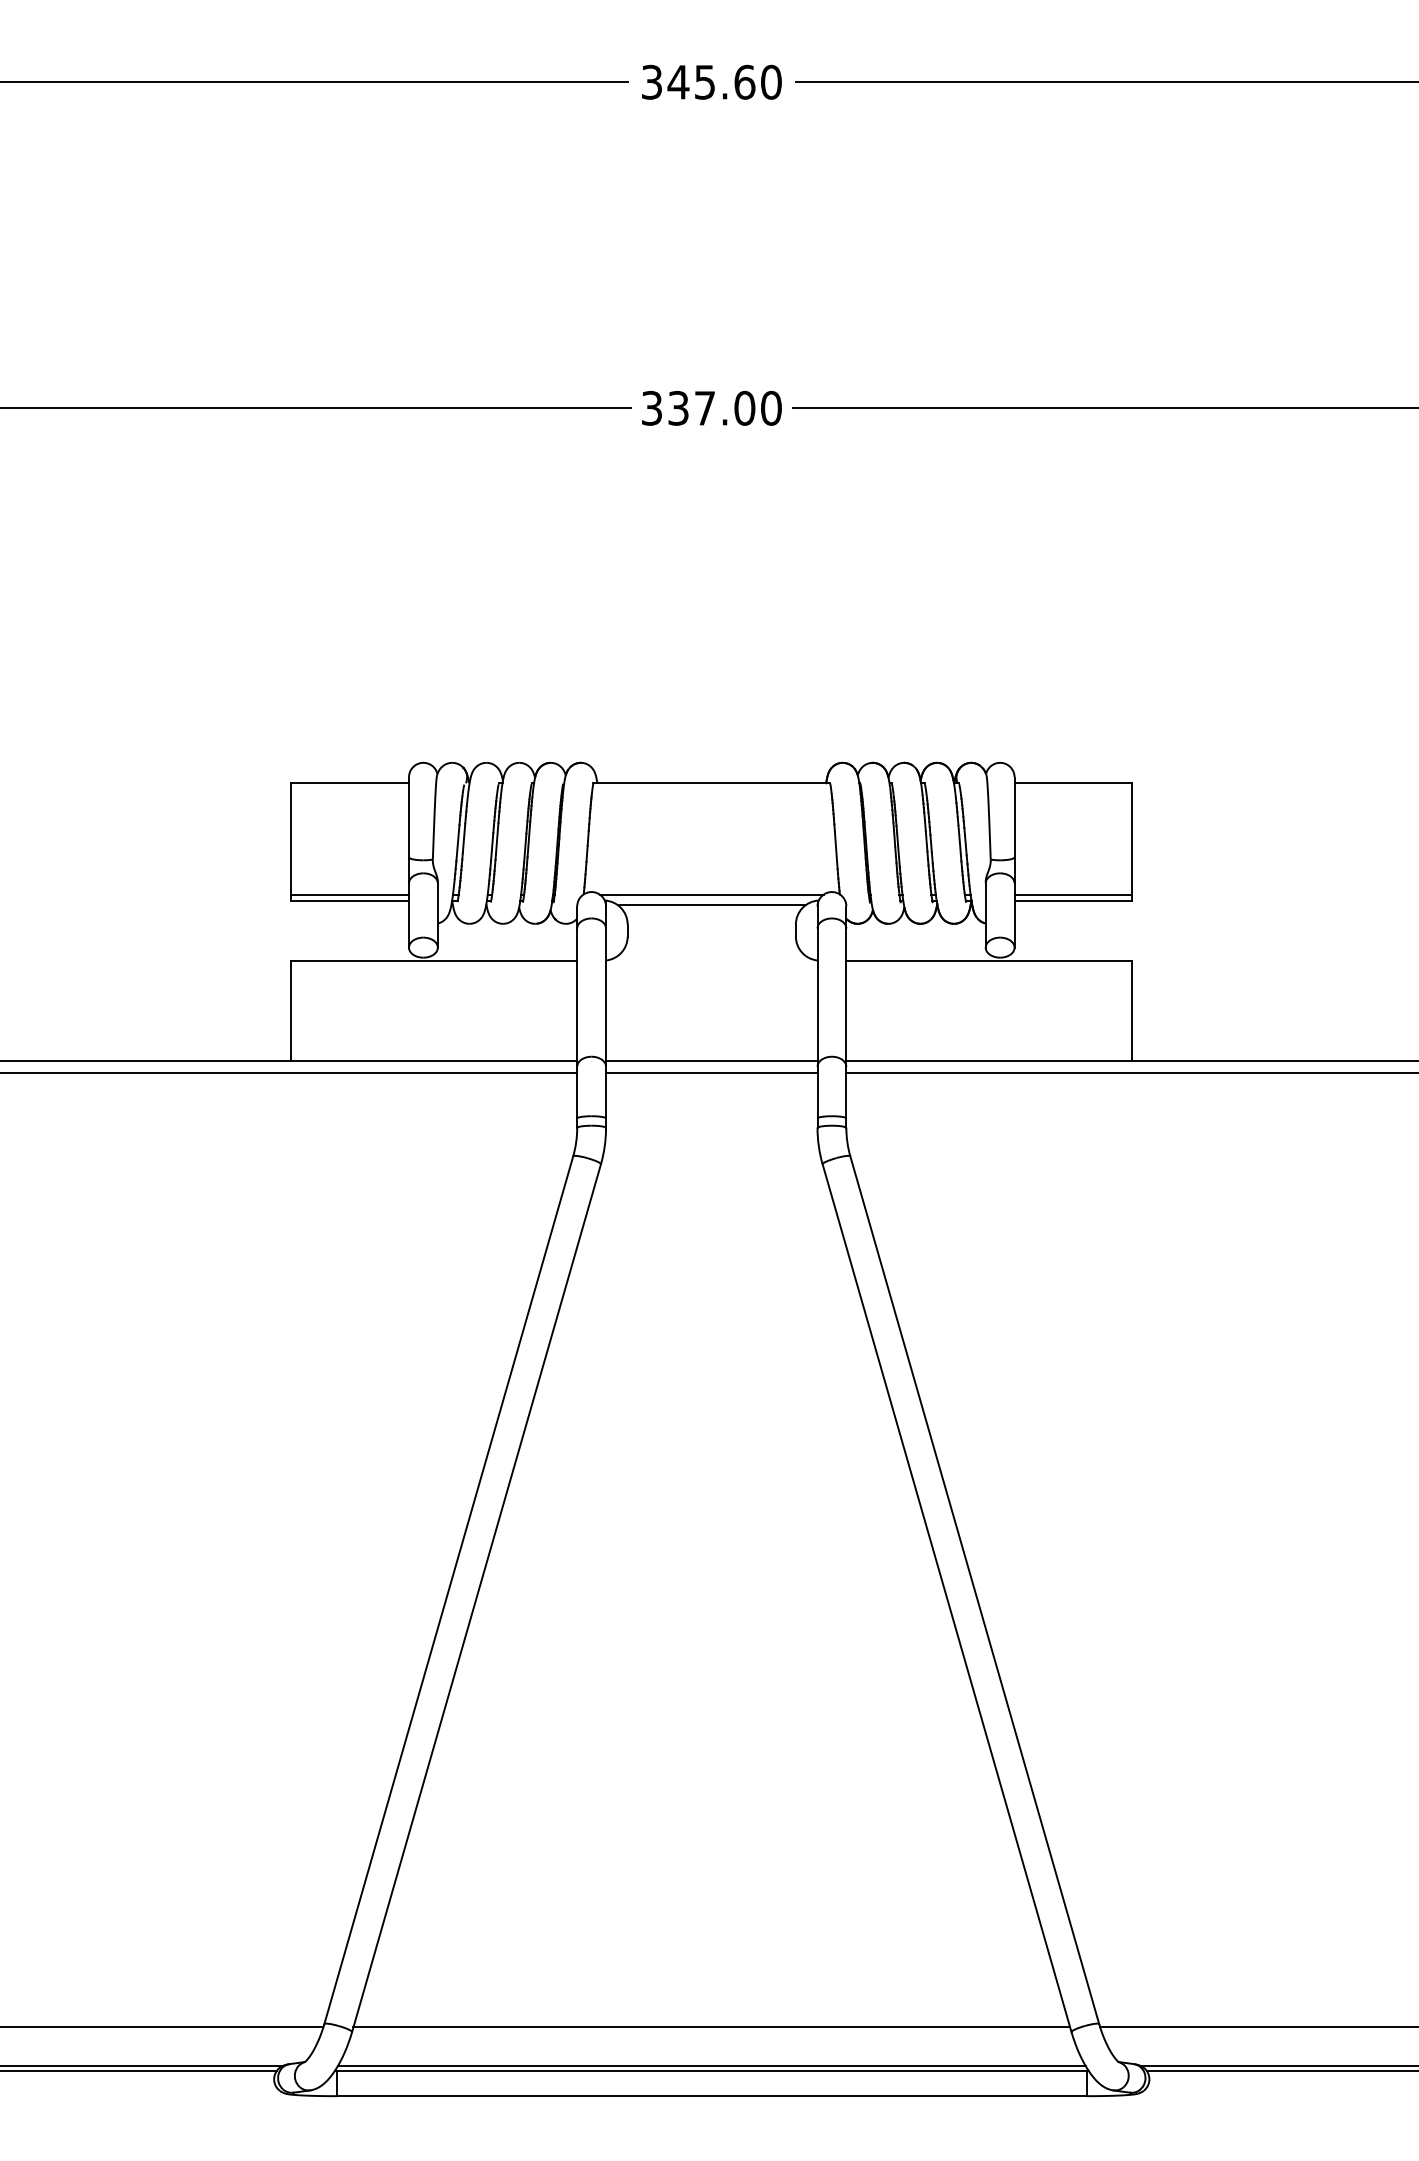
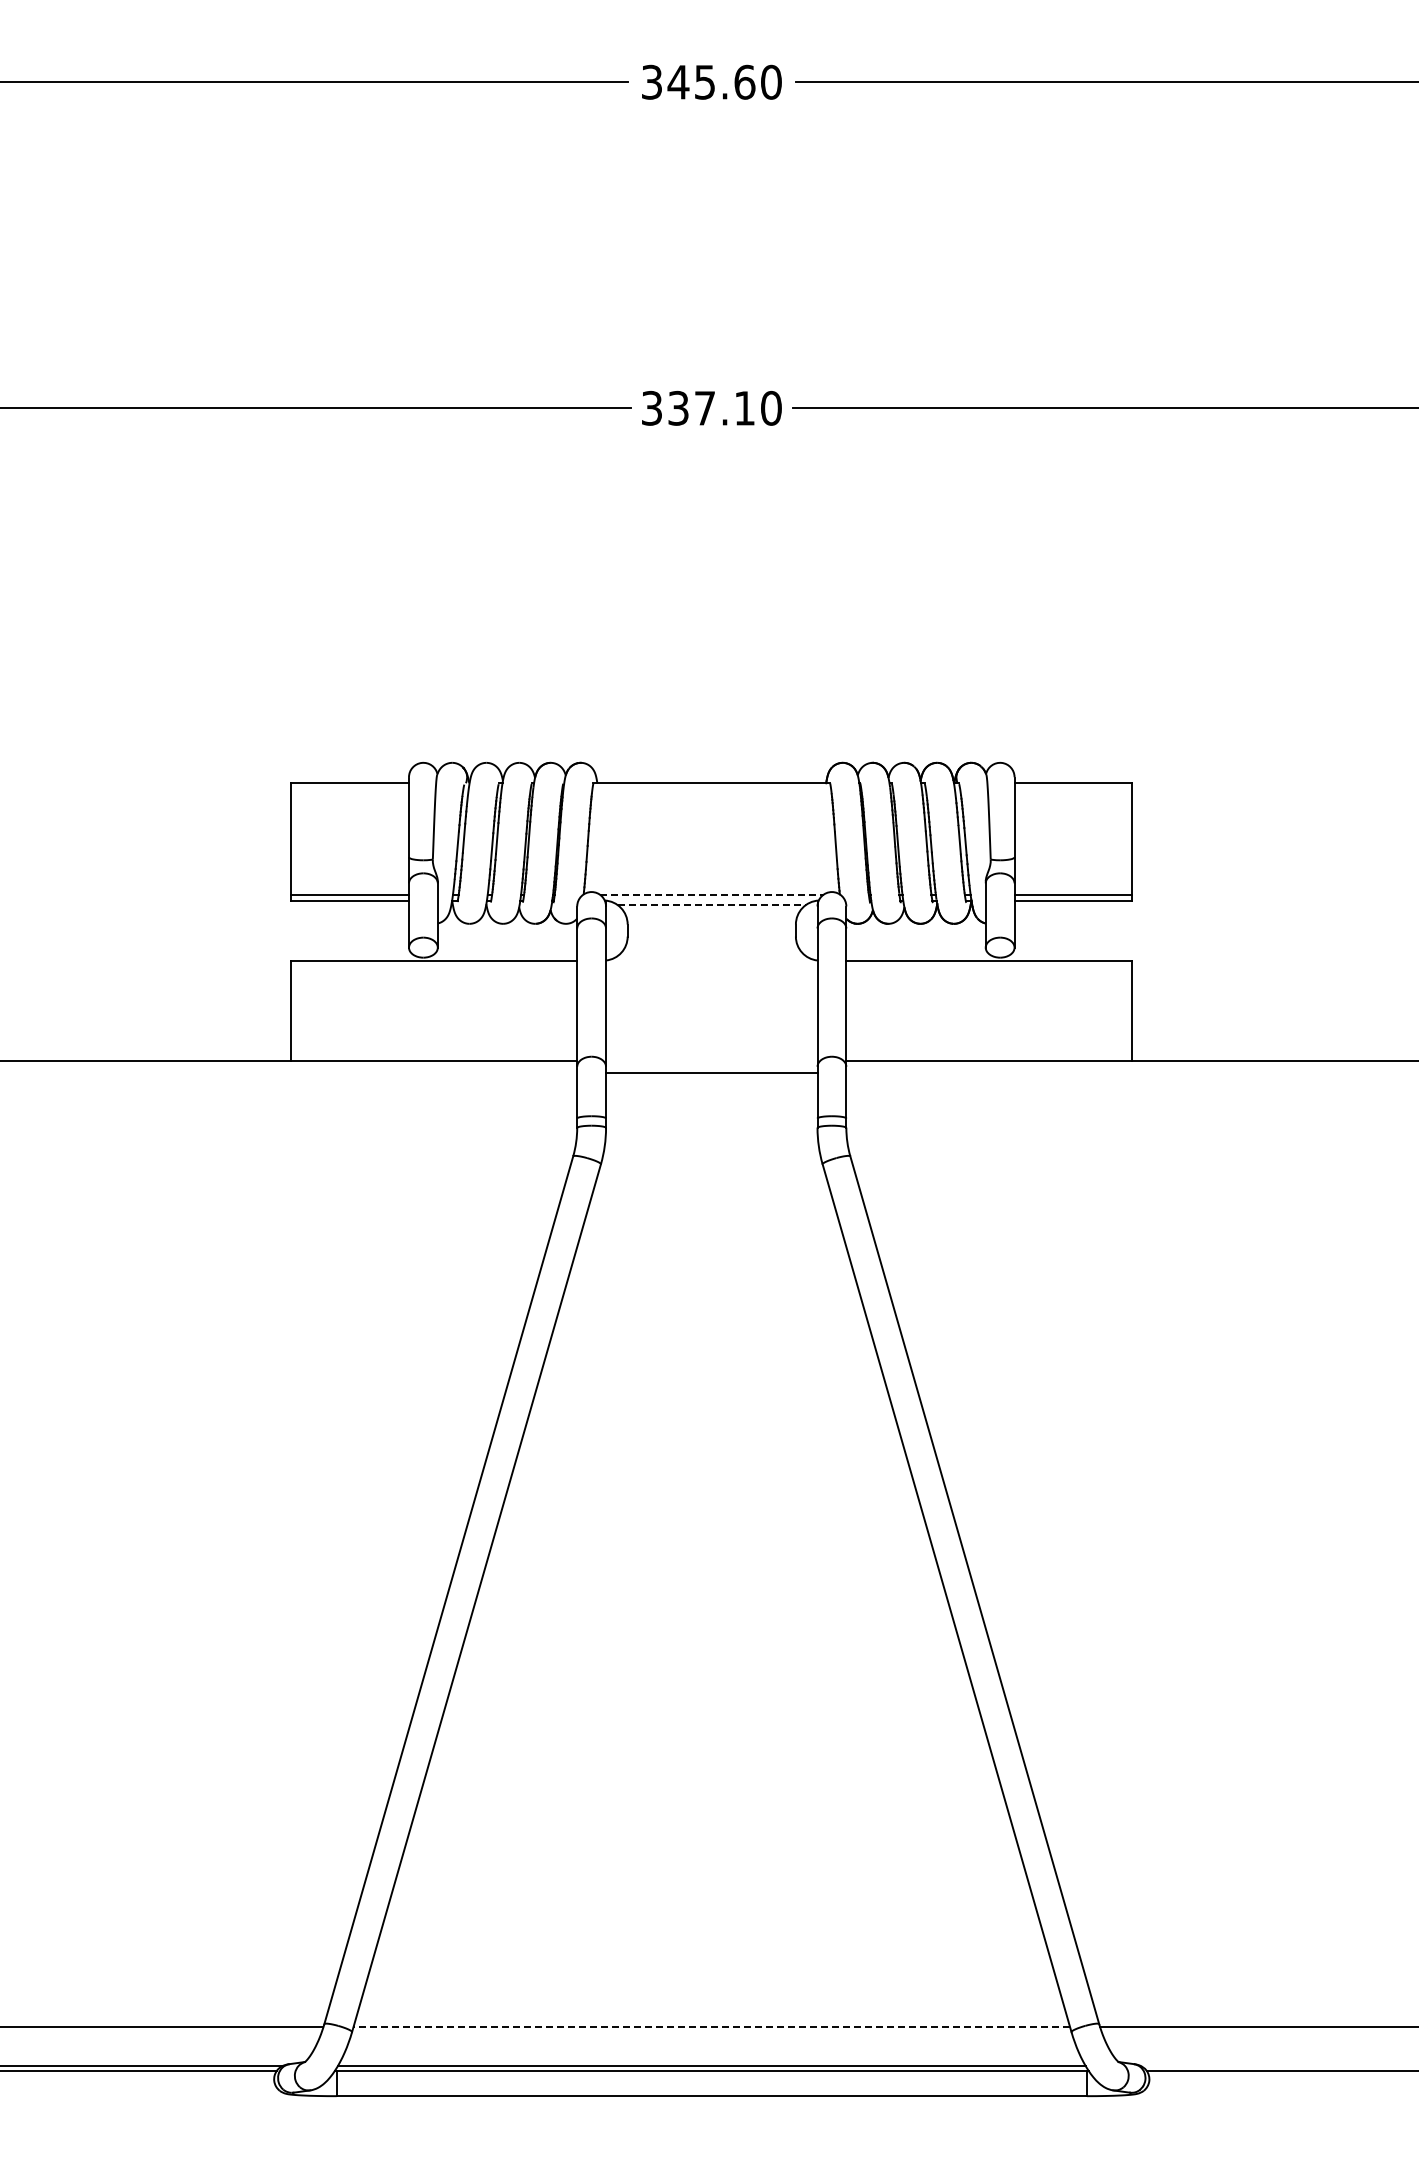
text at (744, 407): 337.00 -> 337.10
line at (711, 894): solid -> dashed
line at (712, 905): solid -> dashed
line at (711, 1061): present -> none
line at (289, 1073): present -> none
line at (1130, 1073): present -> none
line at (711, 2027): solid -> dashed
line at (1277, 2065): present -> none
